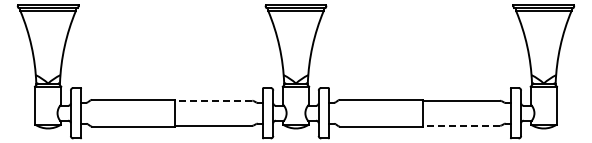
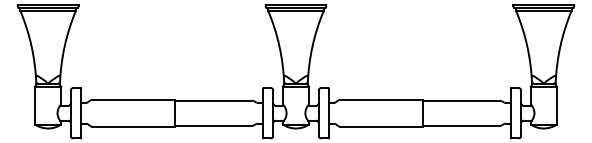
line at (213, 100): dashed -> solid
line at (461, 125): dashed -> solid
